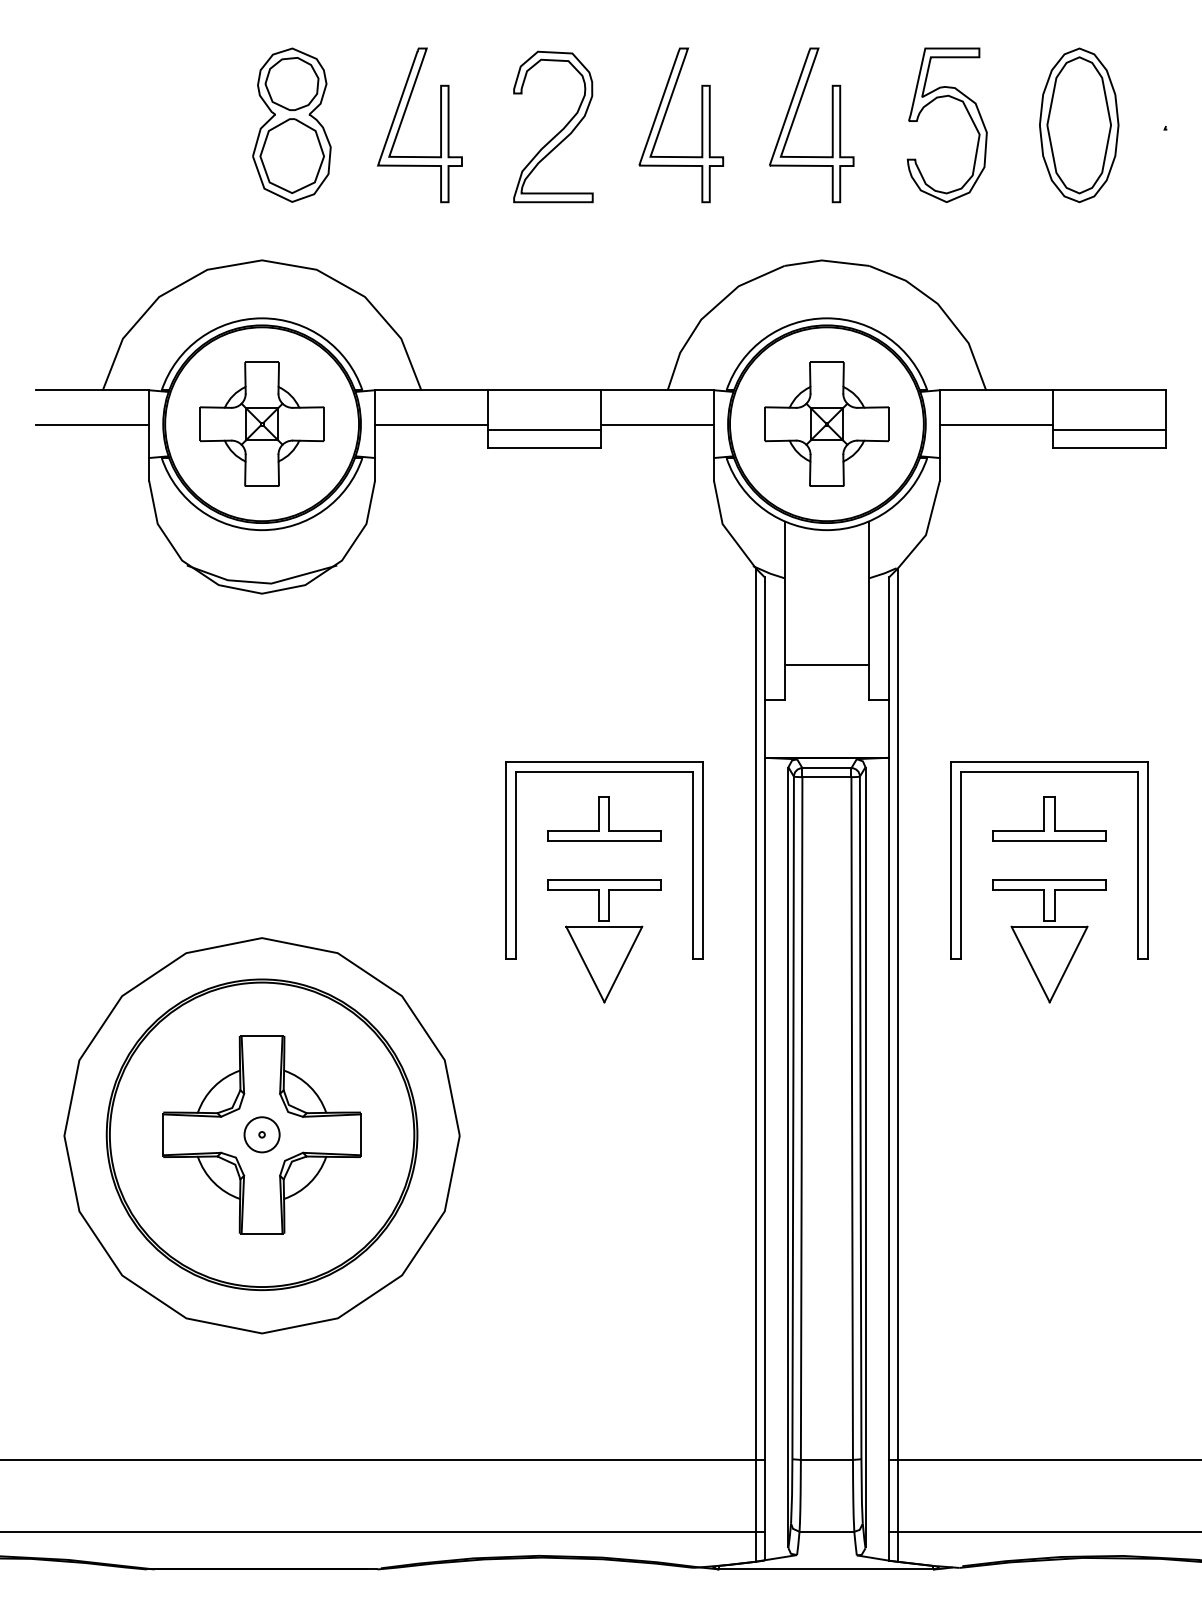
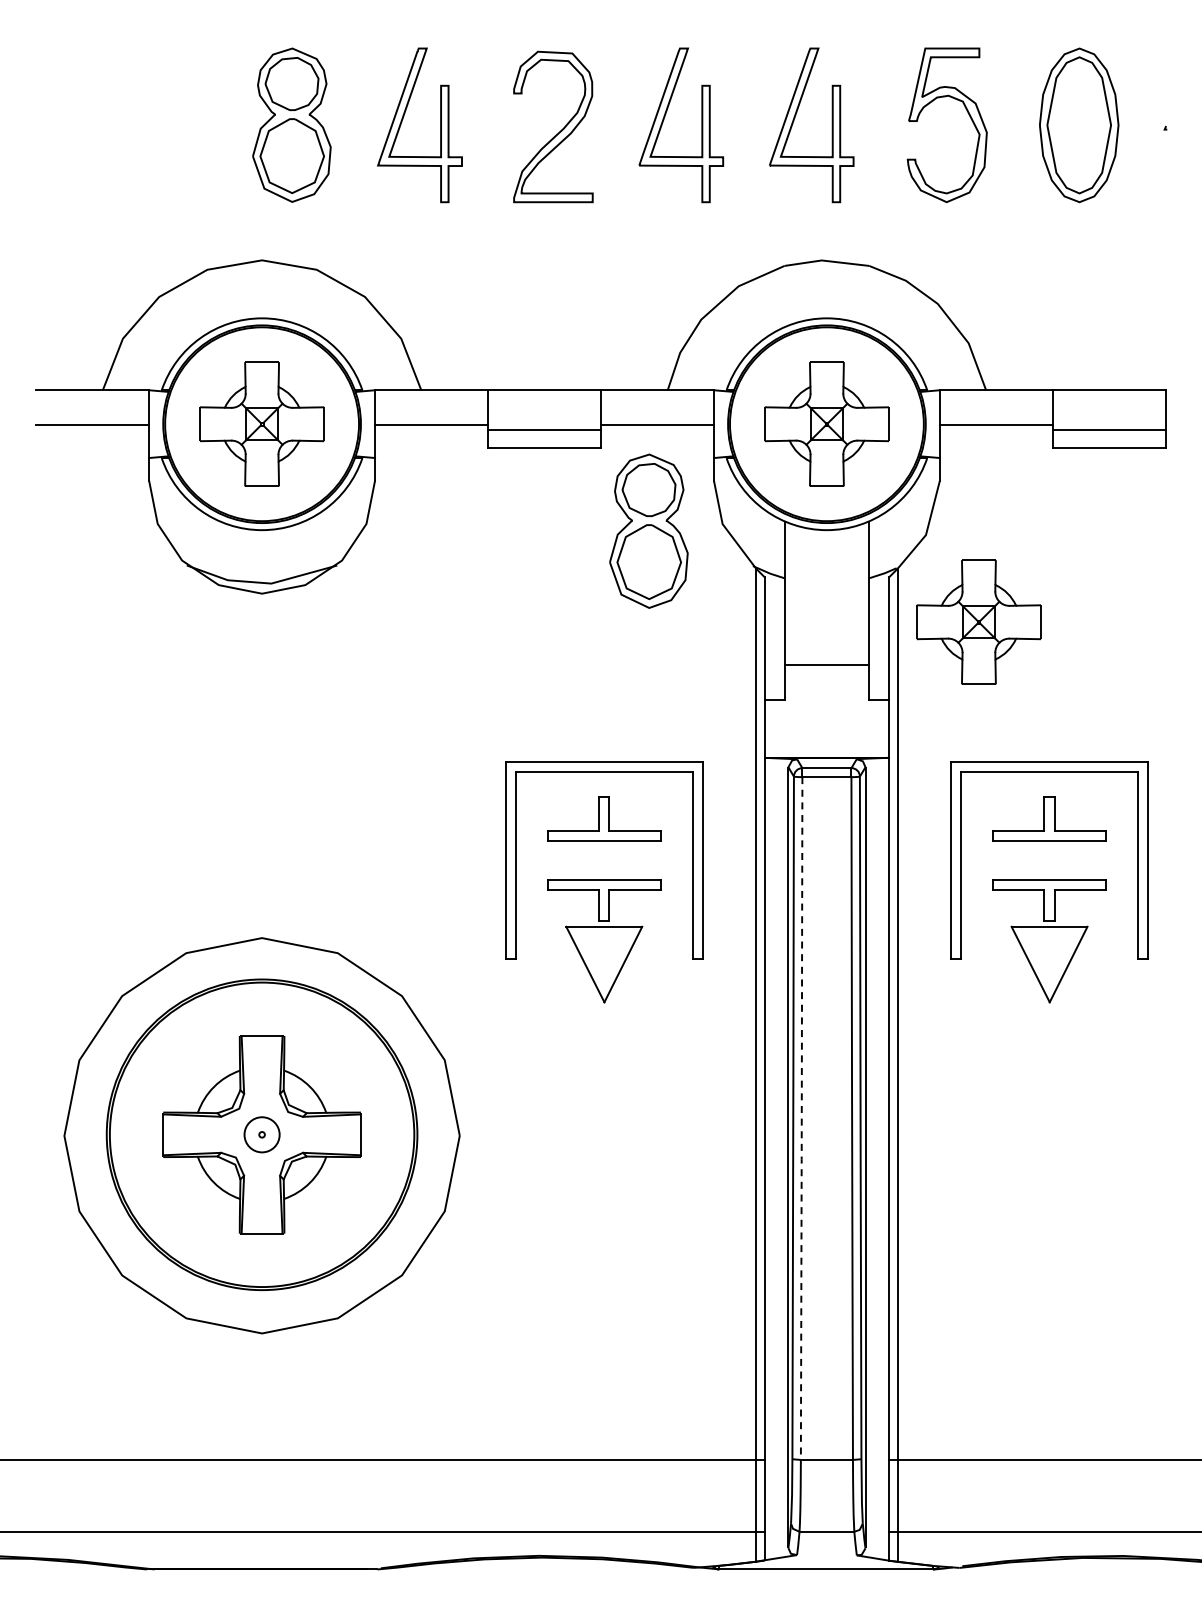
part at (648, 530): none -> present
part at (978, 621): none -> present
line at (801, 1119): solid -> dashed
